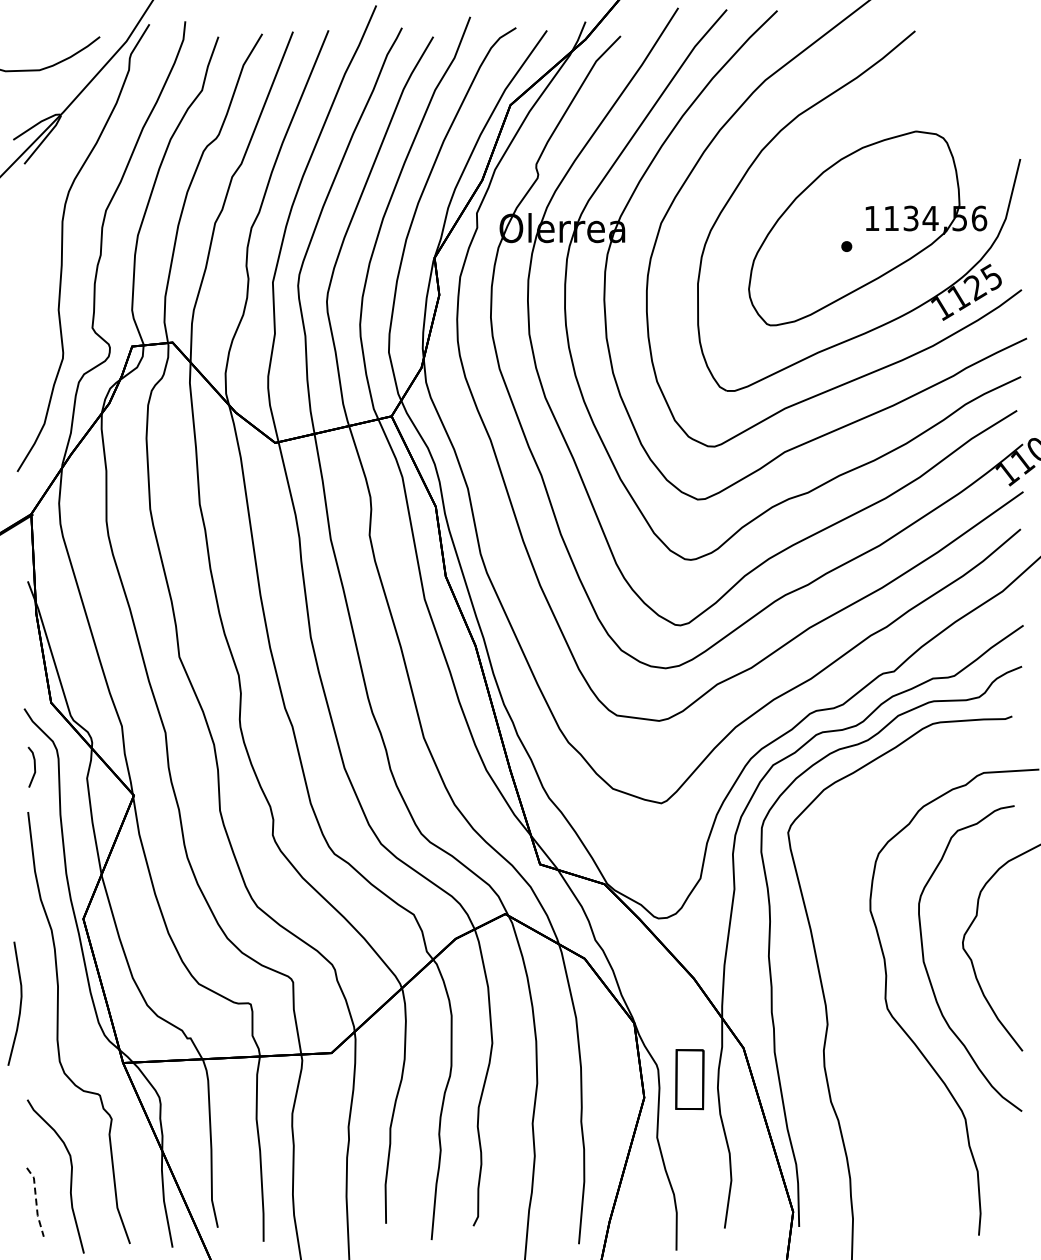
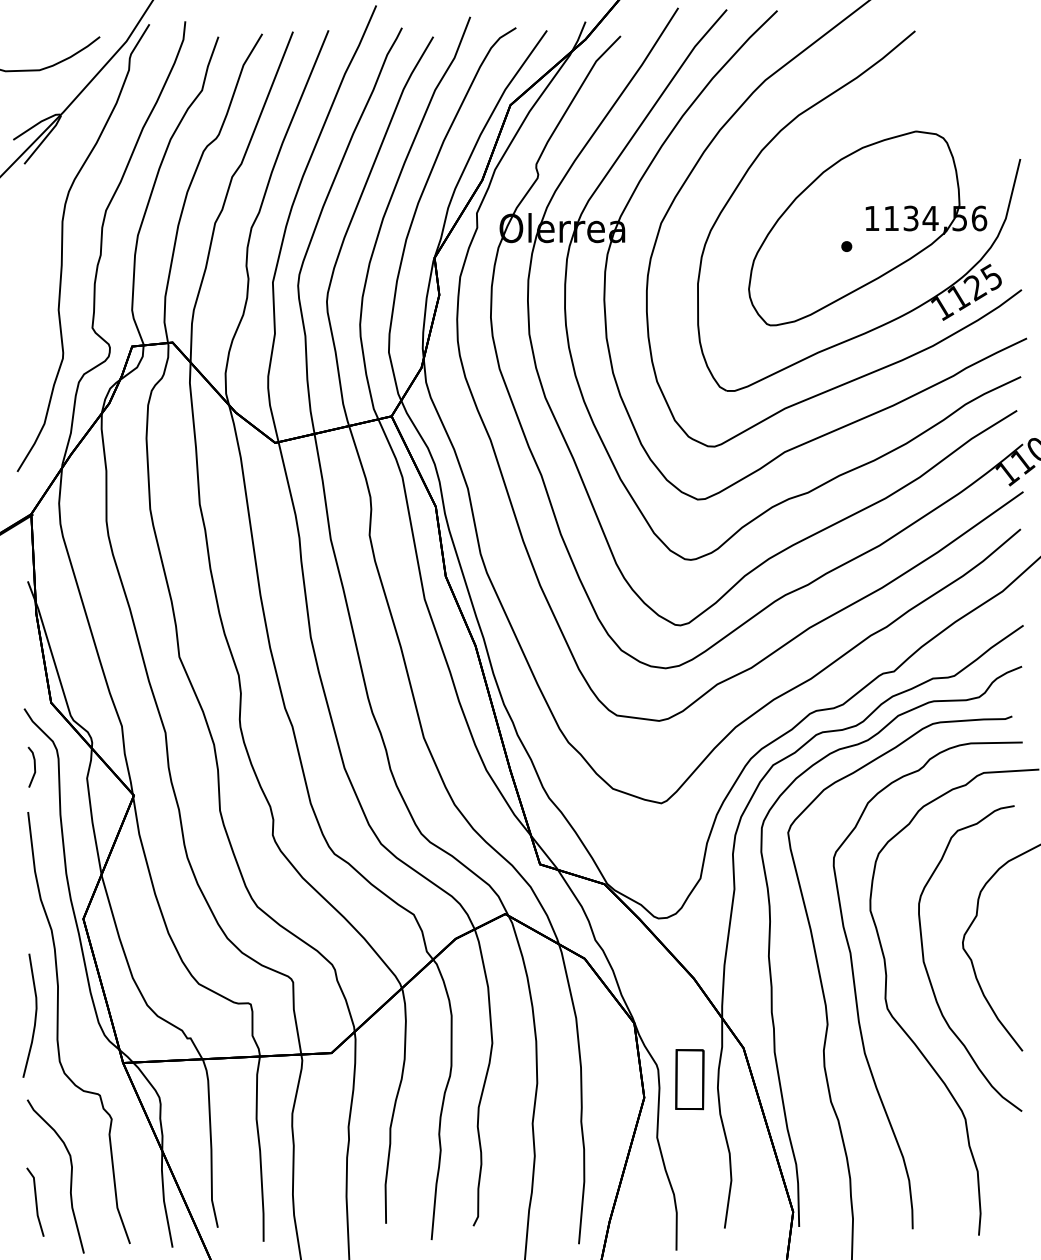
curve at (856, 991): none -> present
curve at (19, 1004) position: (19, 1004) -> (34, 1016)
line at (36, 1201): dashed -> solid
